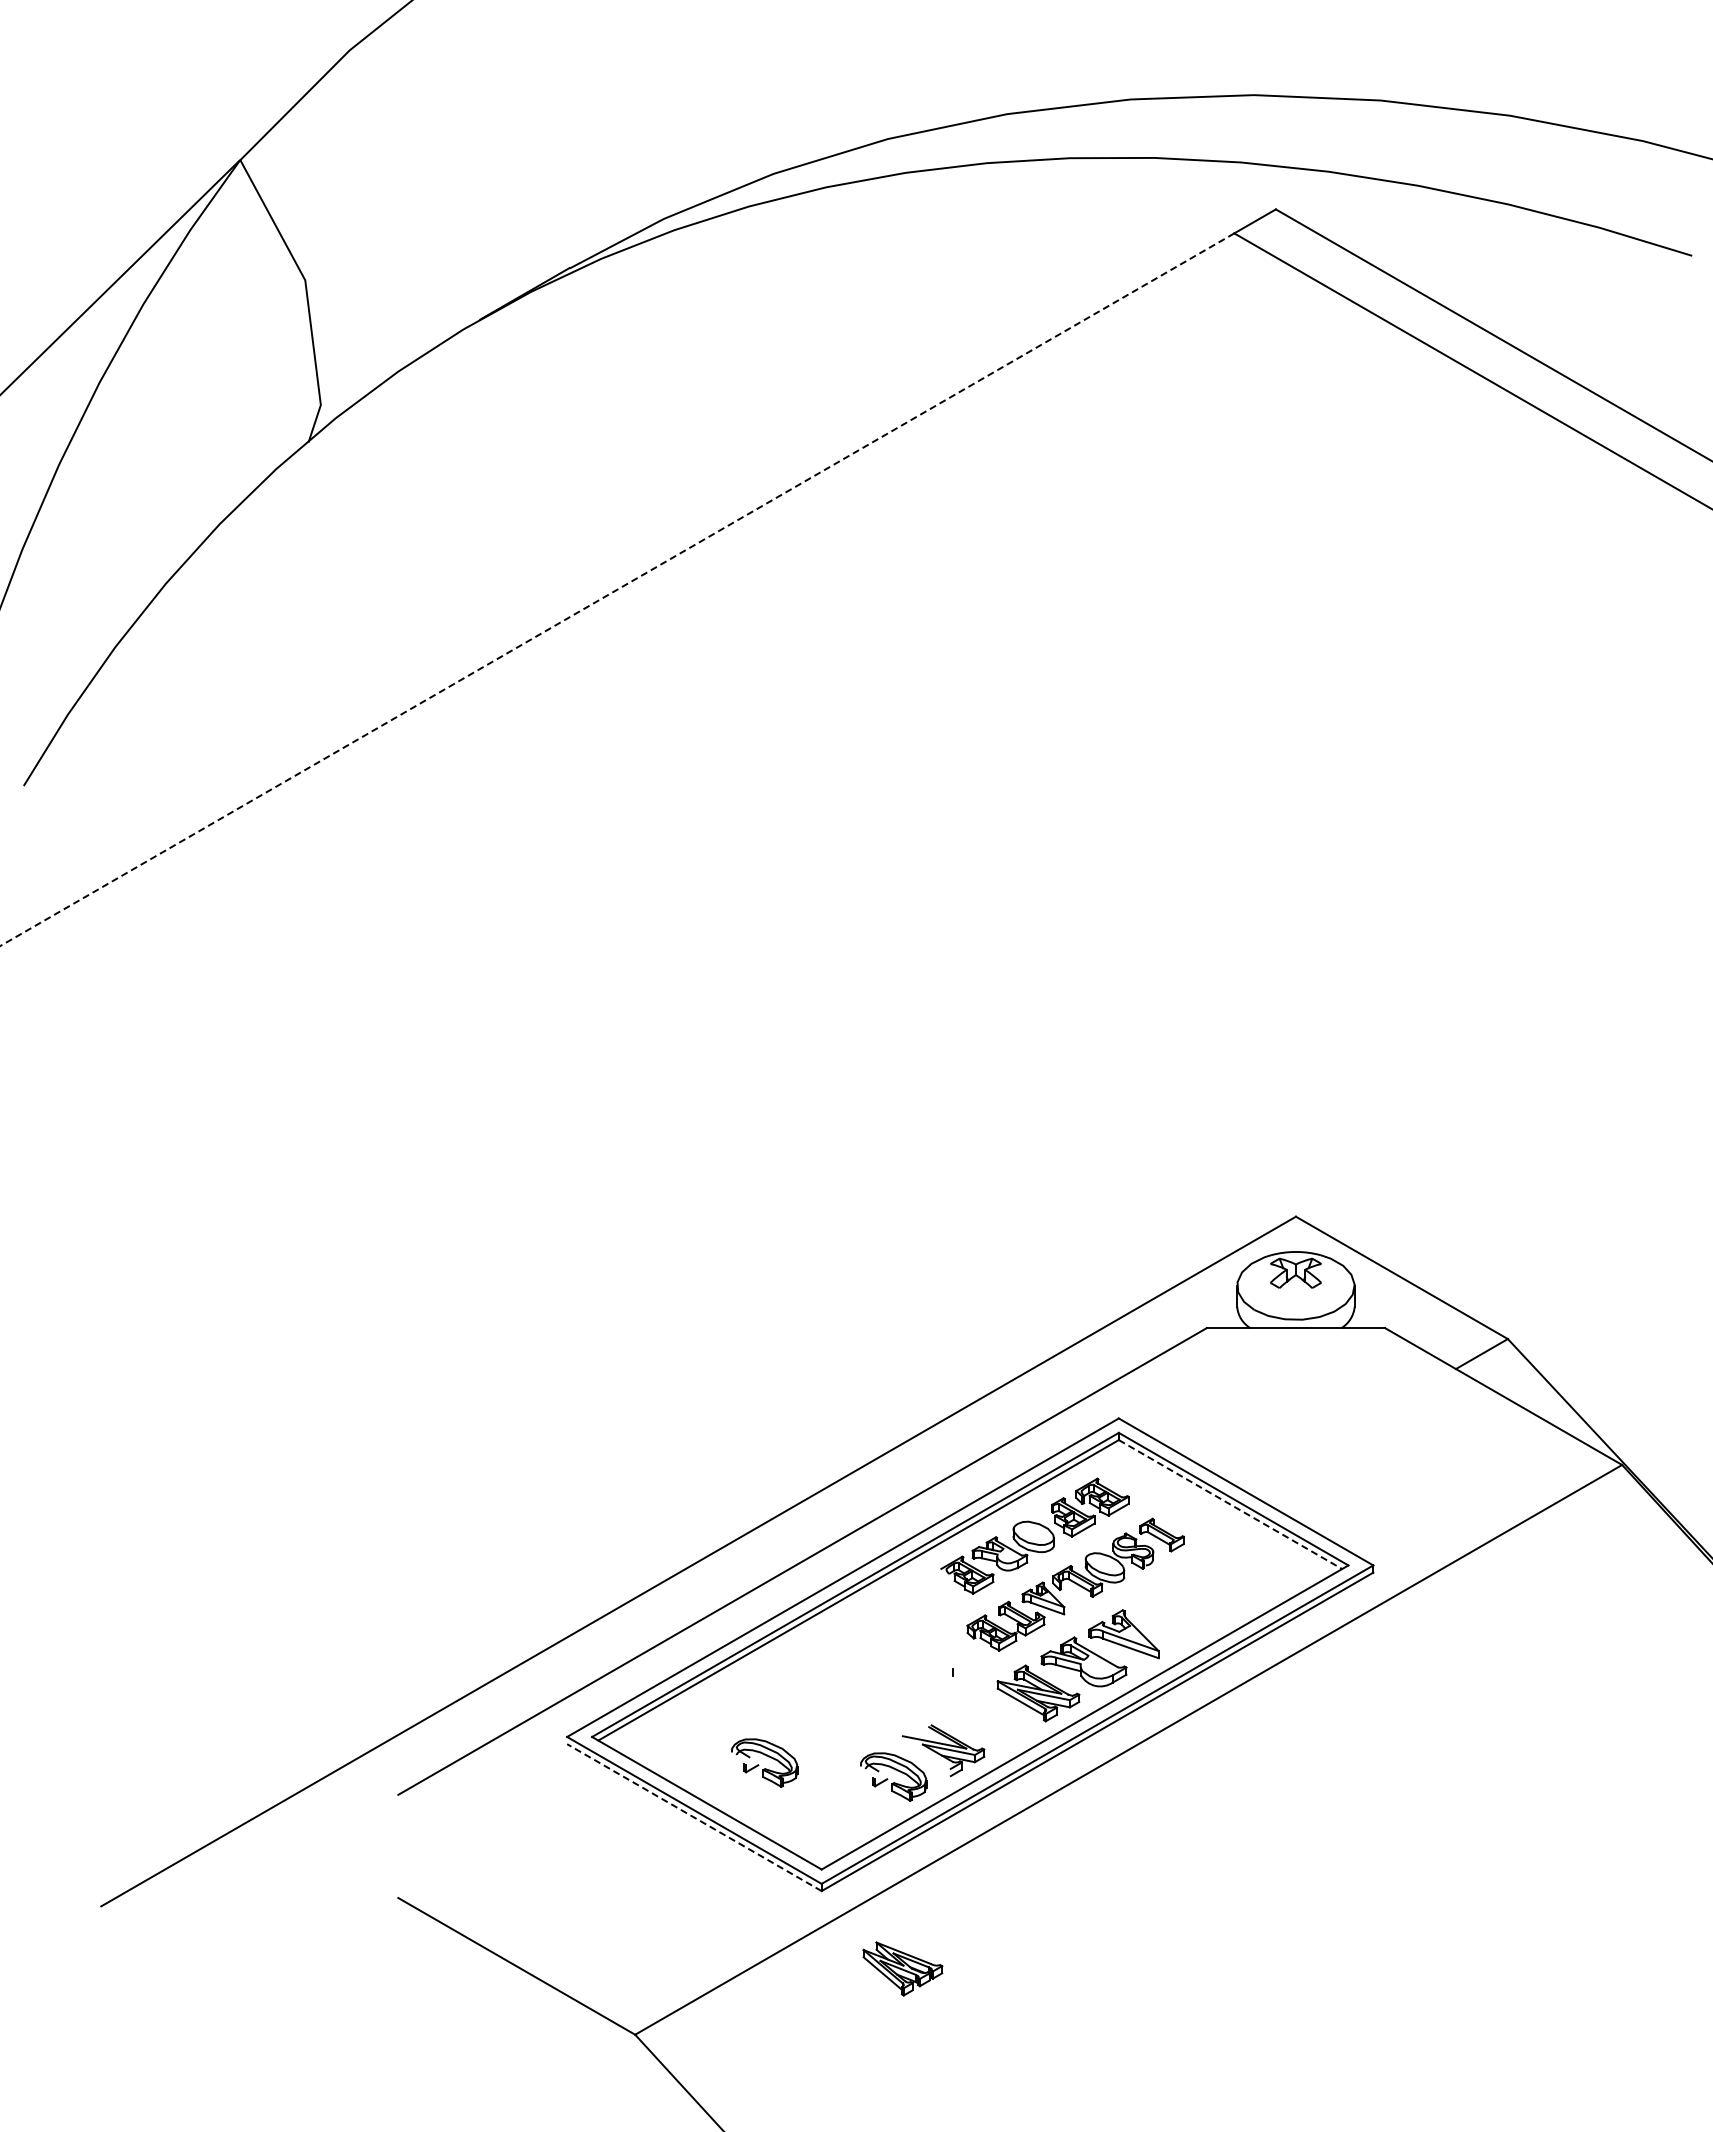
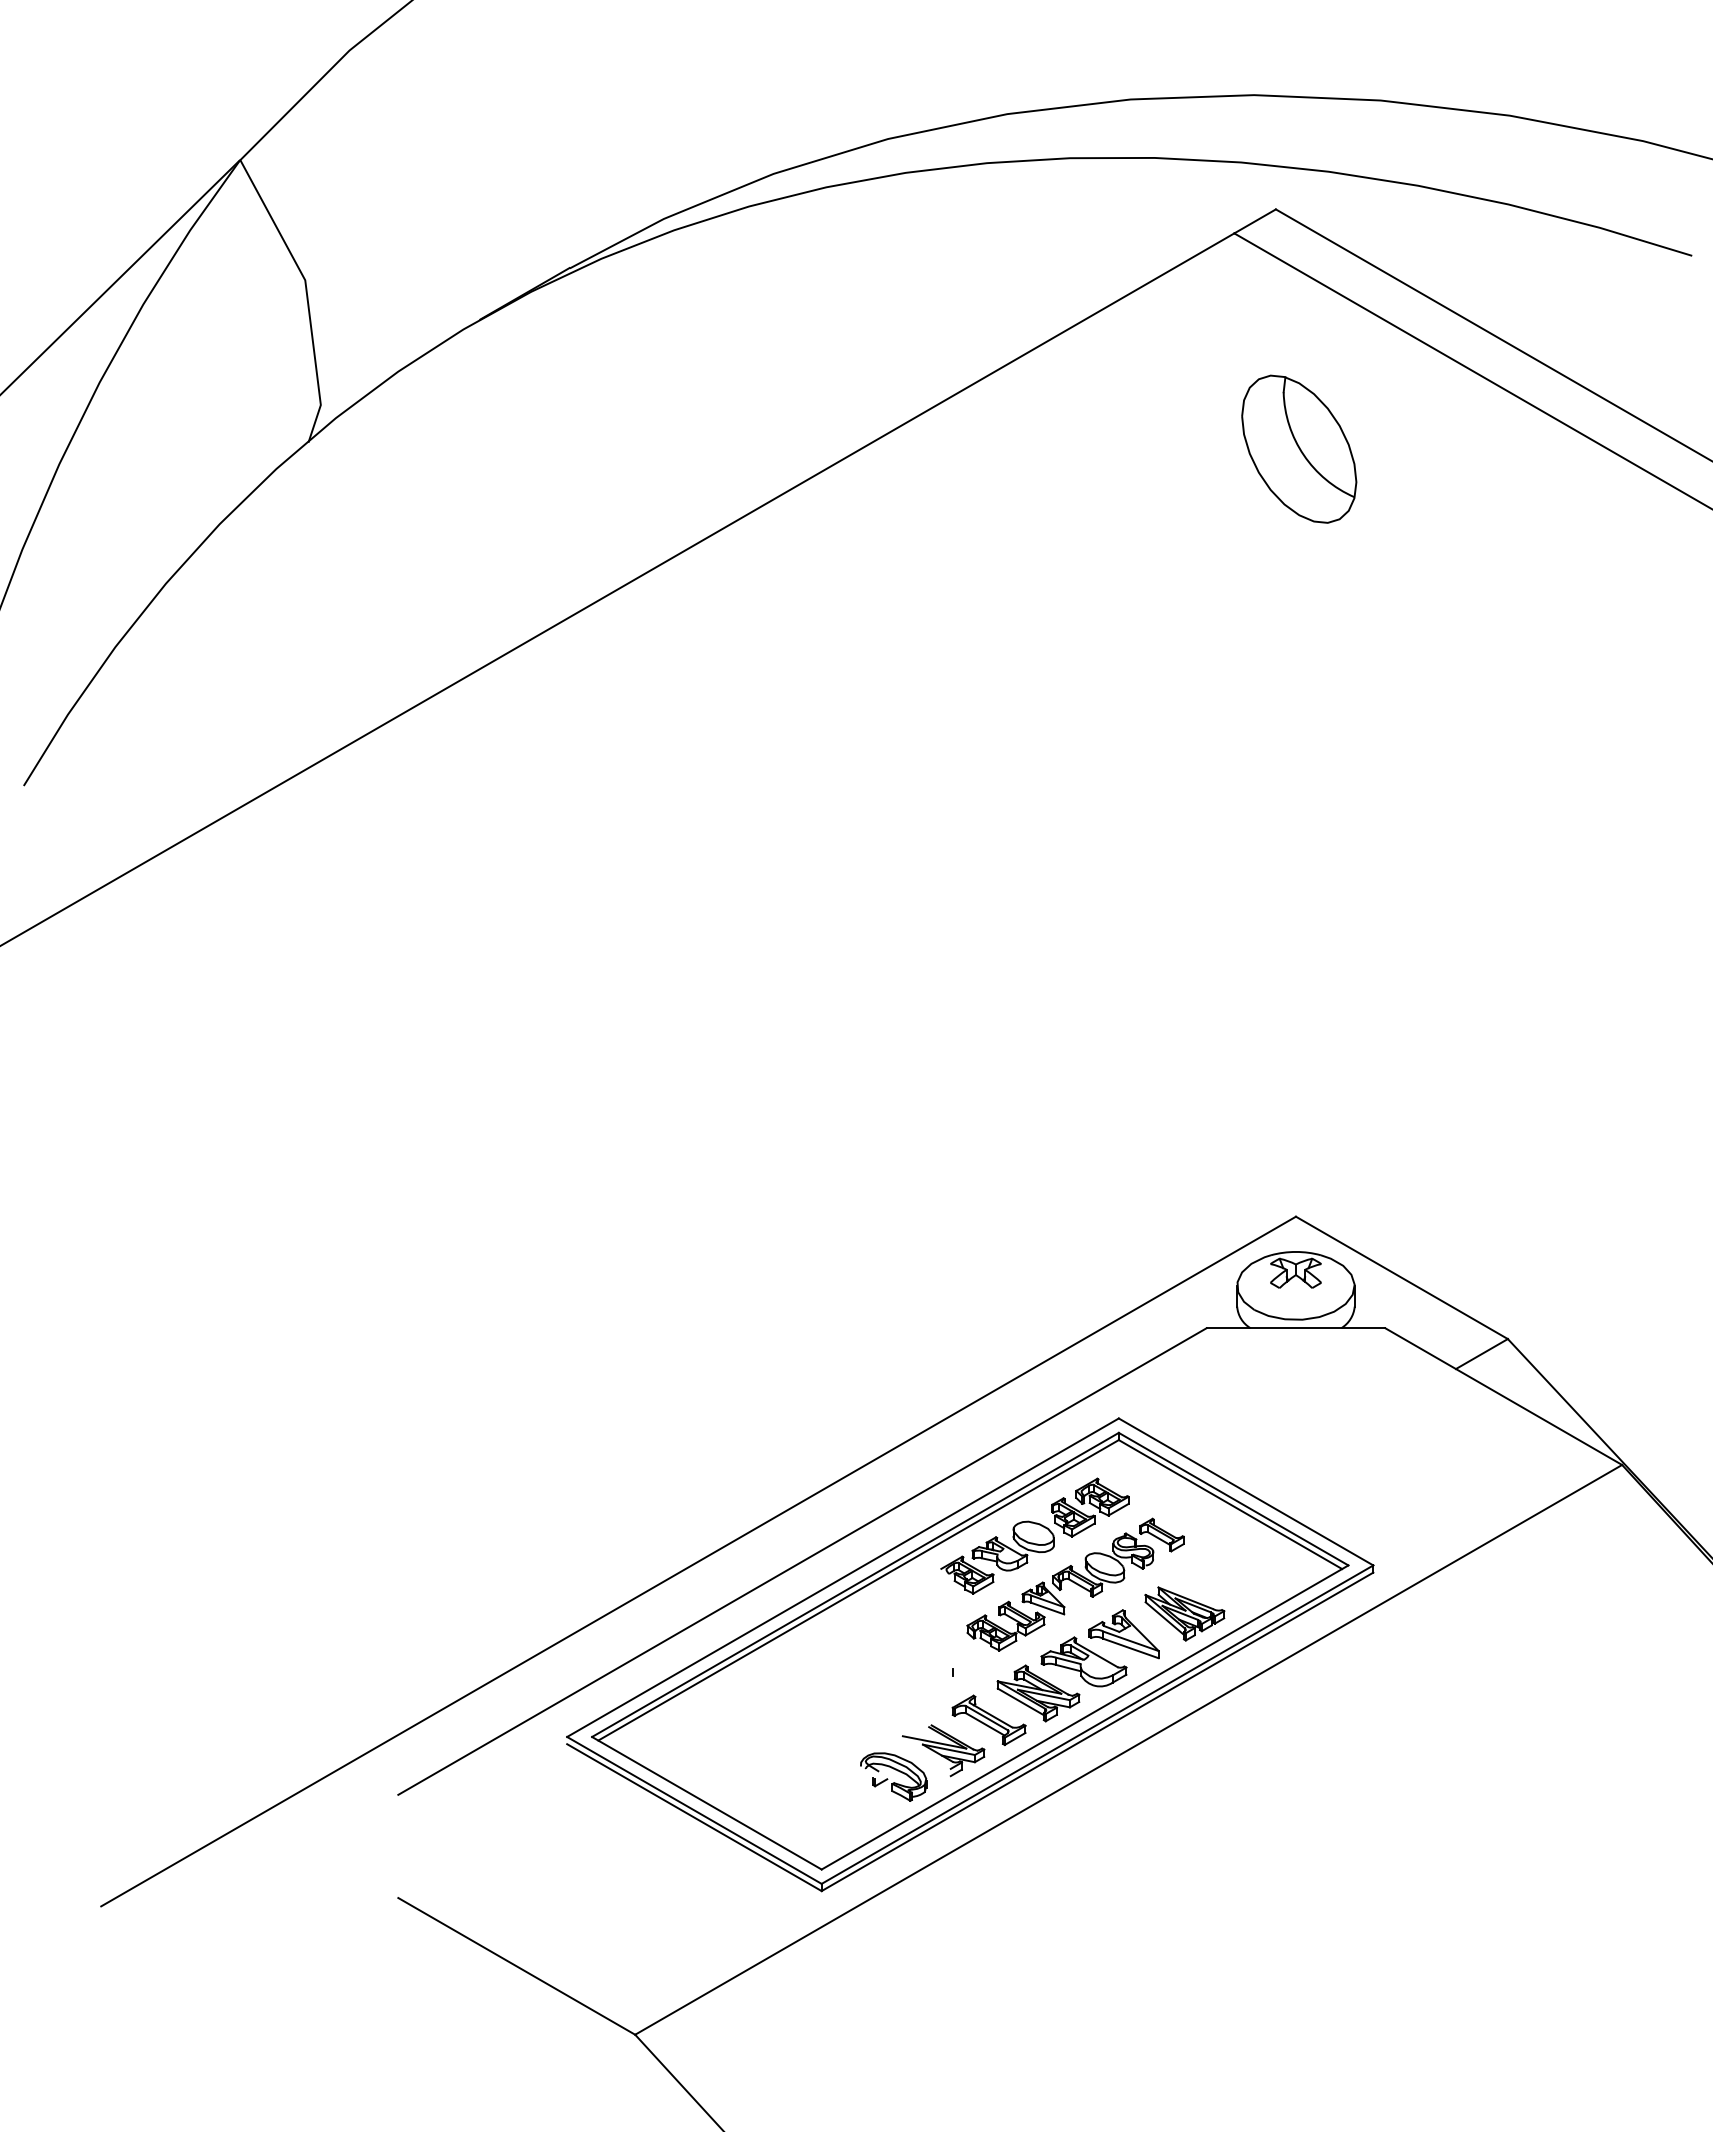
part at (1299, 448): none -> present
line at (616, 589): dashed -> solid
line at (1230, 1504): dashed -> solid
part at (988, 1720): none -> present
part at (764, 1762): present -> none
line at (694, 1817): dashed -> solid
part at (902, 1968) position: (902, 1968) -> (1184, 1613)
